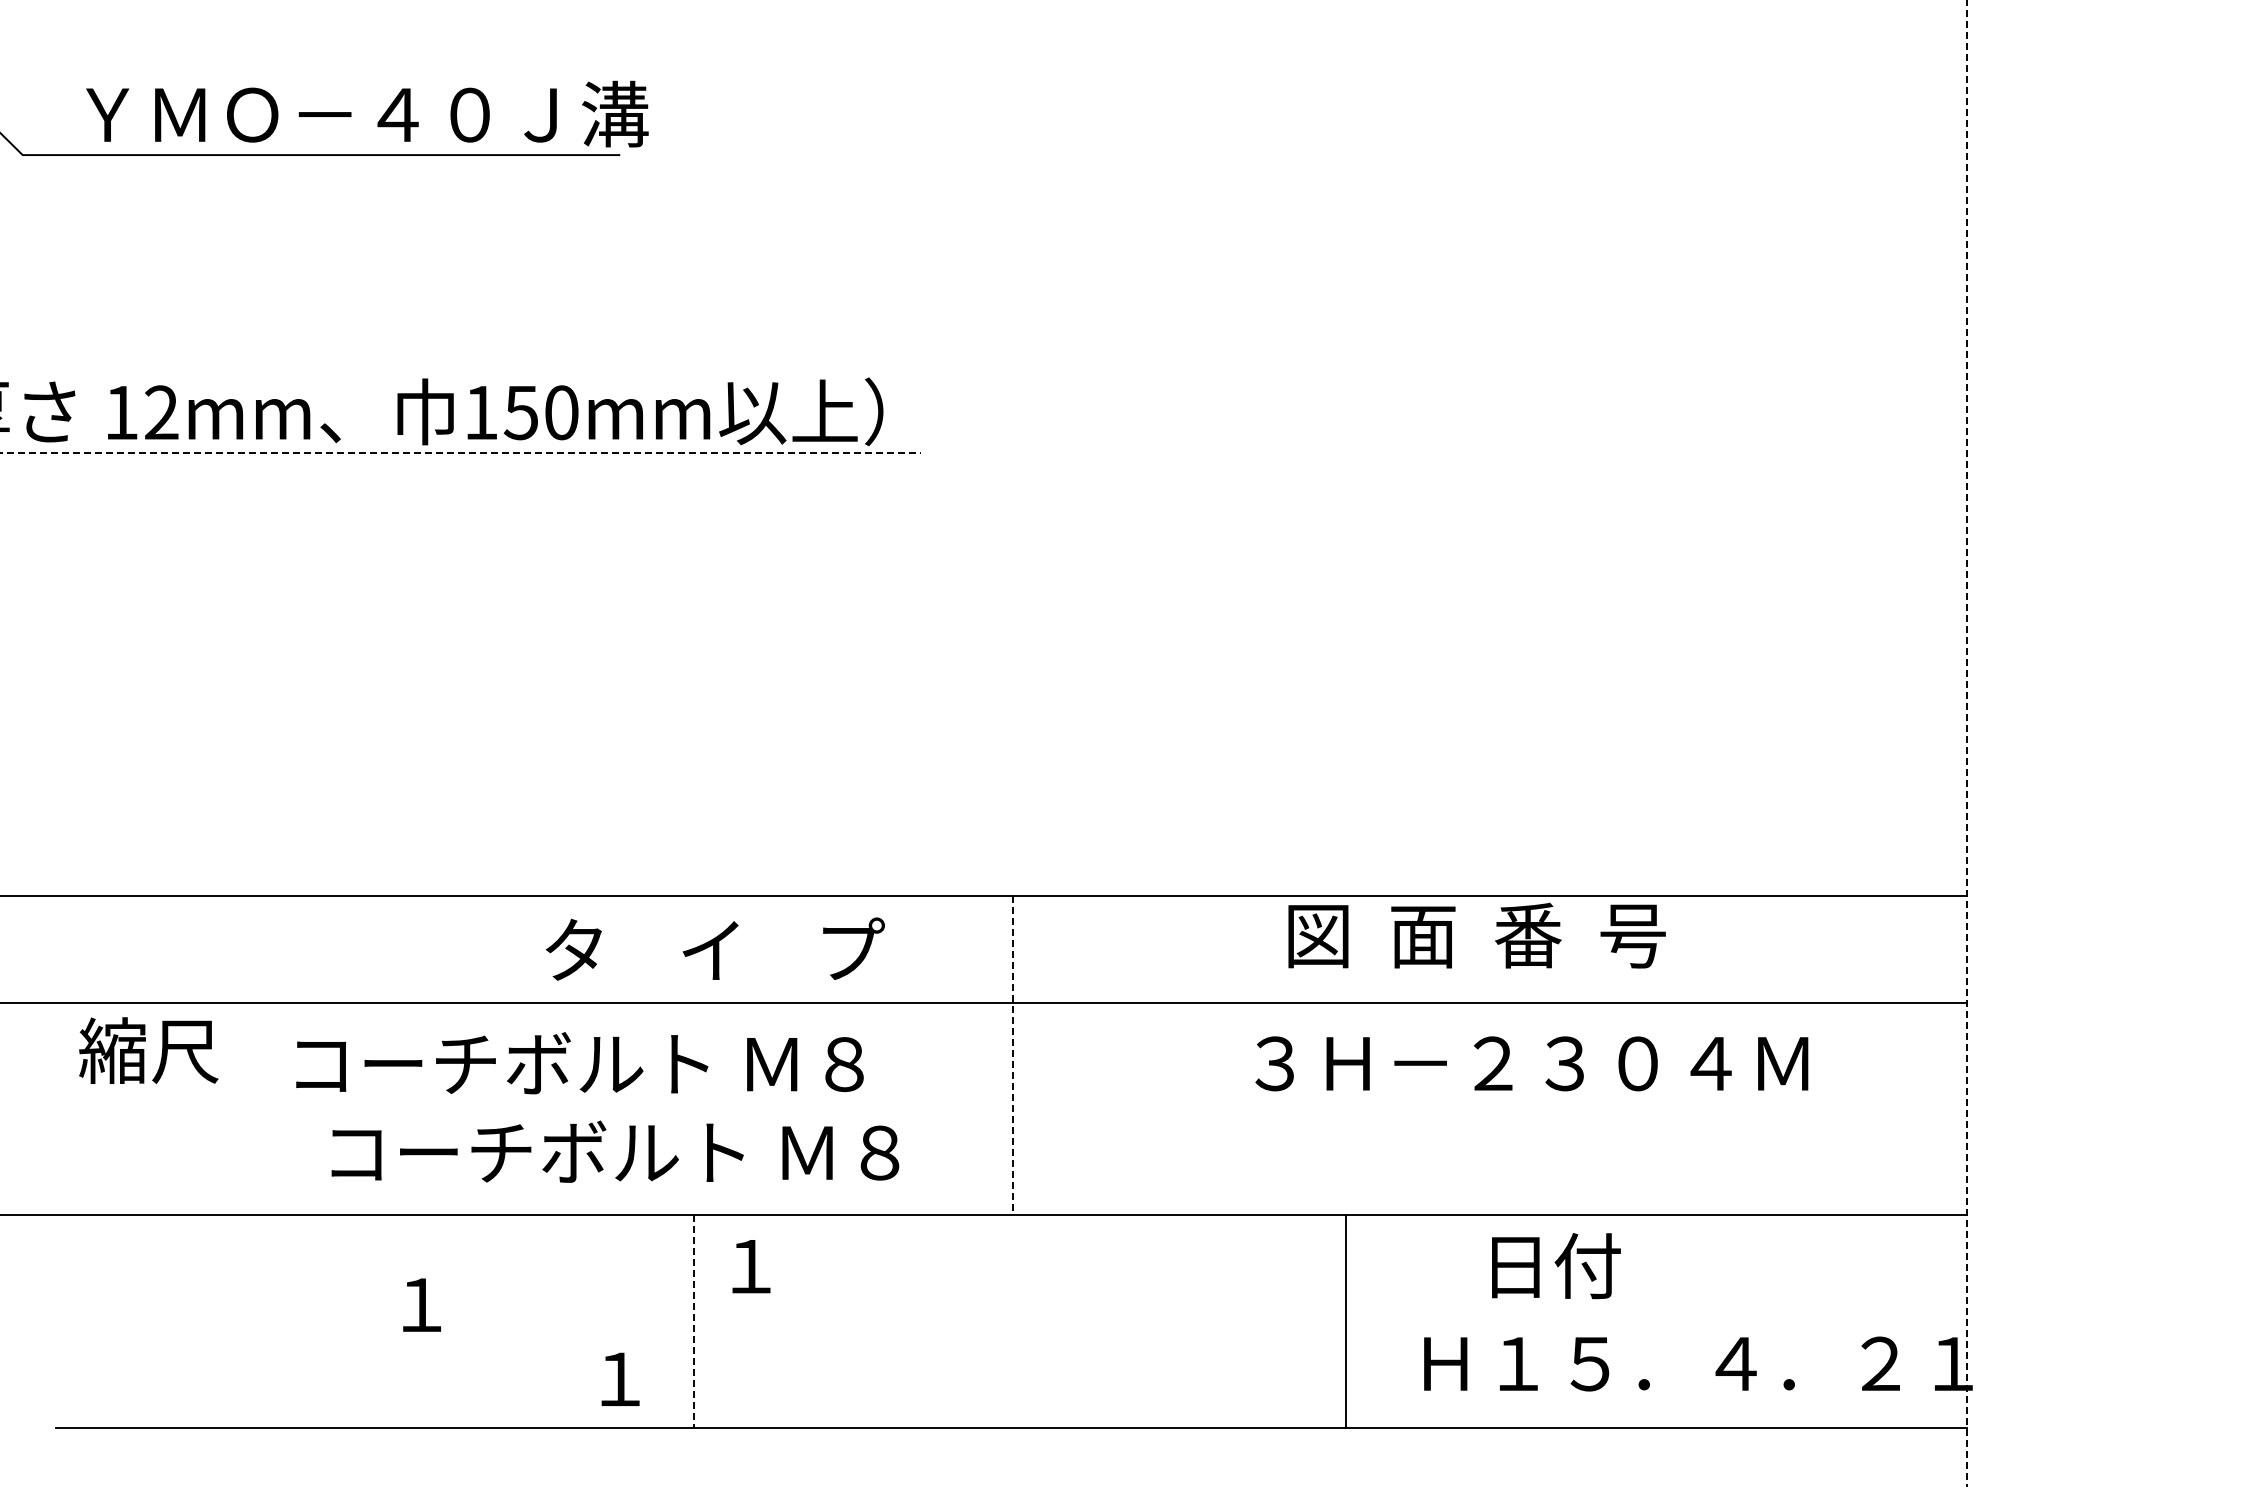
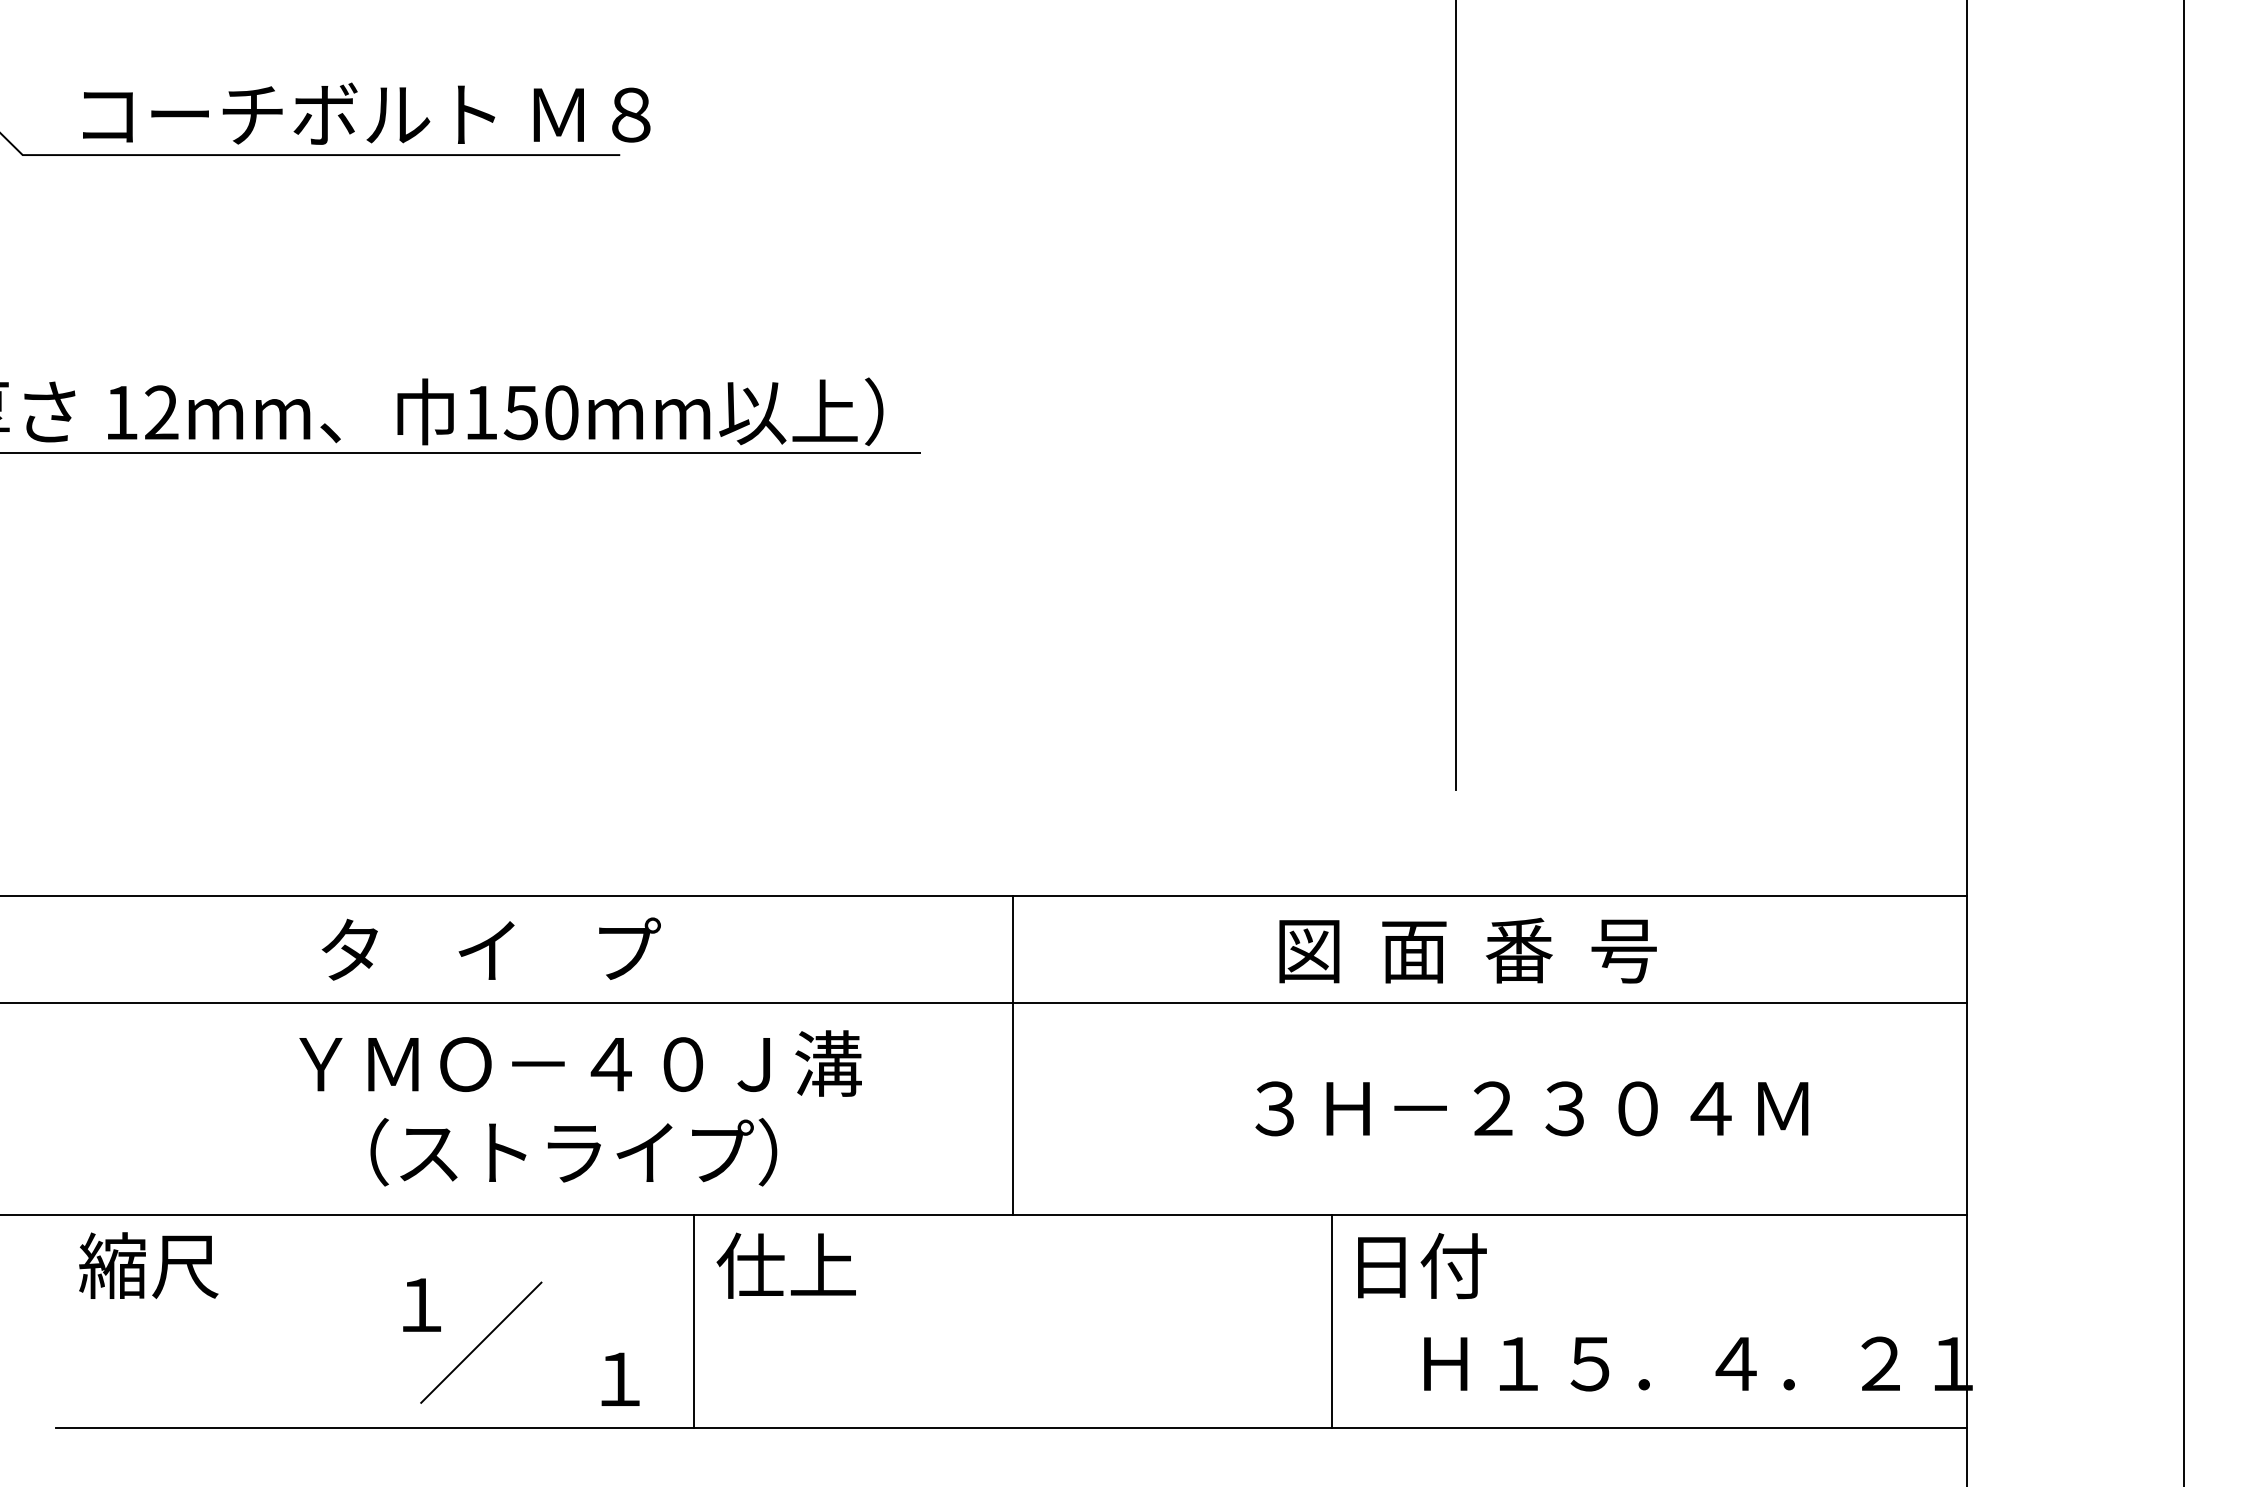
text at (366, 113): ＹＭＯ－４０Ｊ溝 -> コーチボルト Ｍ８
line at (1456, 396): none -> present
line at (460, 452): dashed -> solid
line at (1966, 742): dashed -> solid
line at (2184, 742): none -> present
text at (1476, 935) position: (1476, 935) -> (1467, 950)
text at (714, 948) position: (714, 948) -> (490, 948)
text at (148, 1050) position: (148, 1050) -> (148, 1265)
line at (1012, 1056): dashed -> solid
text at (579, 1063): コーチボルト Ｍ８ -> ＹＭＯ－４０Ｊ溝
text at (1531, 1063) position: (1531, 1063) -> (1531, 1108)
text at (615, 1152): コーチボルト Ｍ８ -> （ストライプ）
text at (785, 1265): １ -> 仕上
text at (1556, 1266) position: (1556, 1266) -> (1422, 1266)
line at (1345, 1321) position: (1345, 1321) -> (1331, 1321)
line at (693, 1322): dashed -> solid
line at (481, 1342): none -> present
